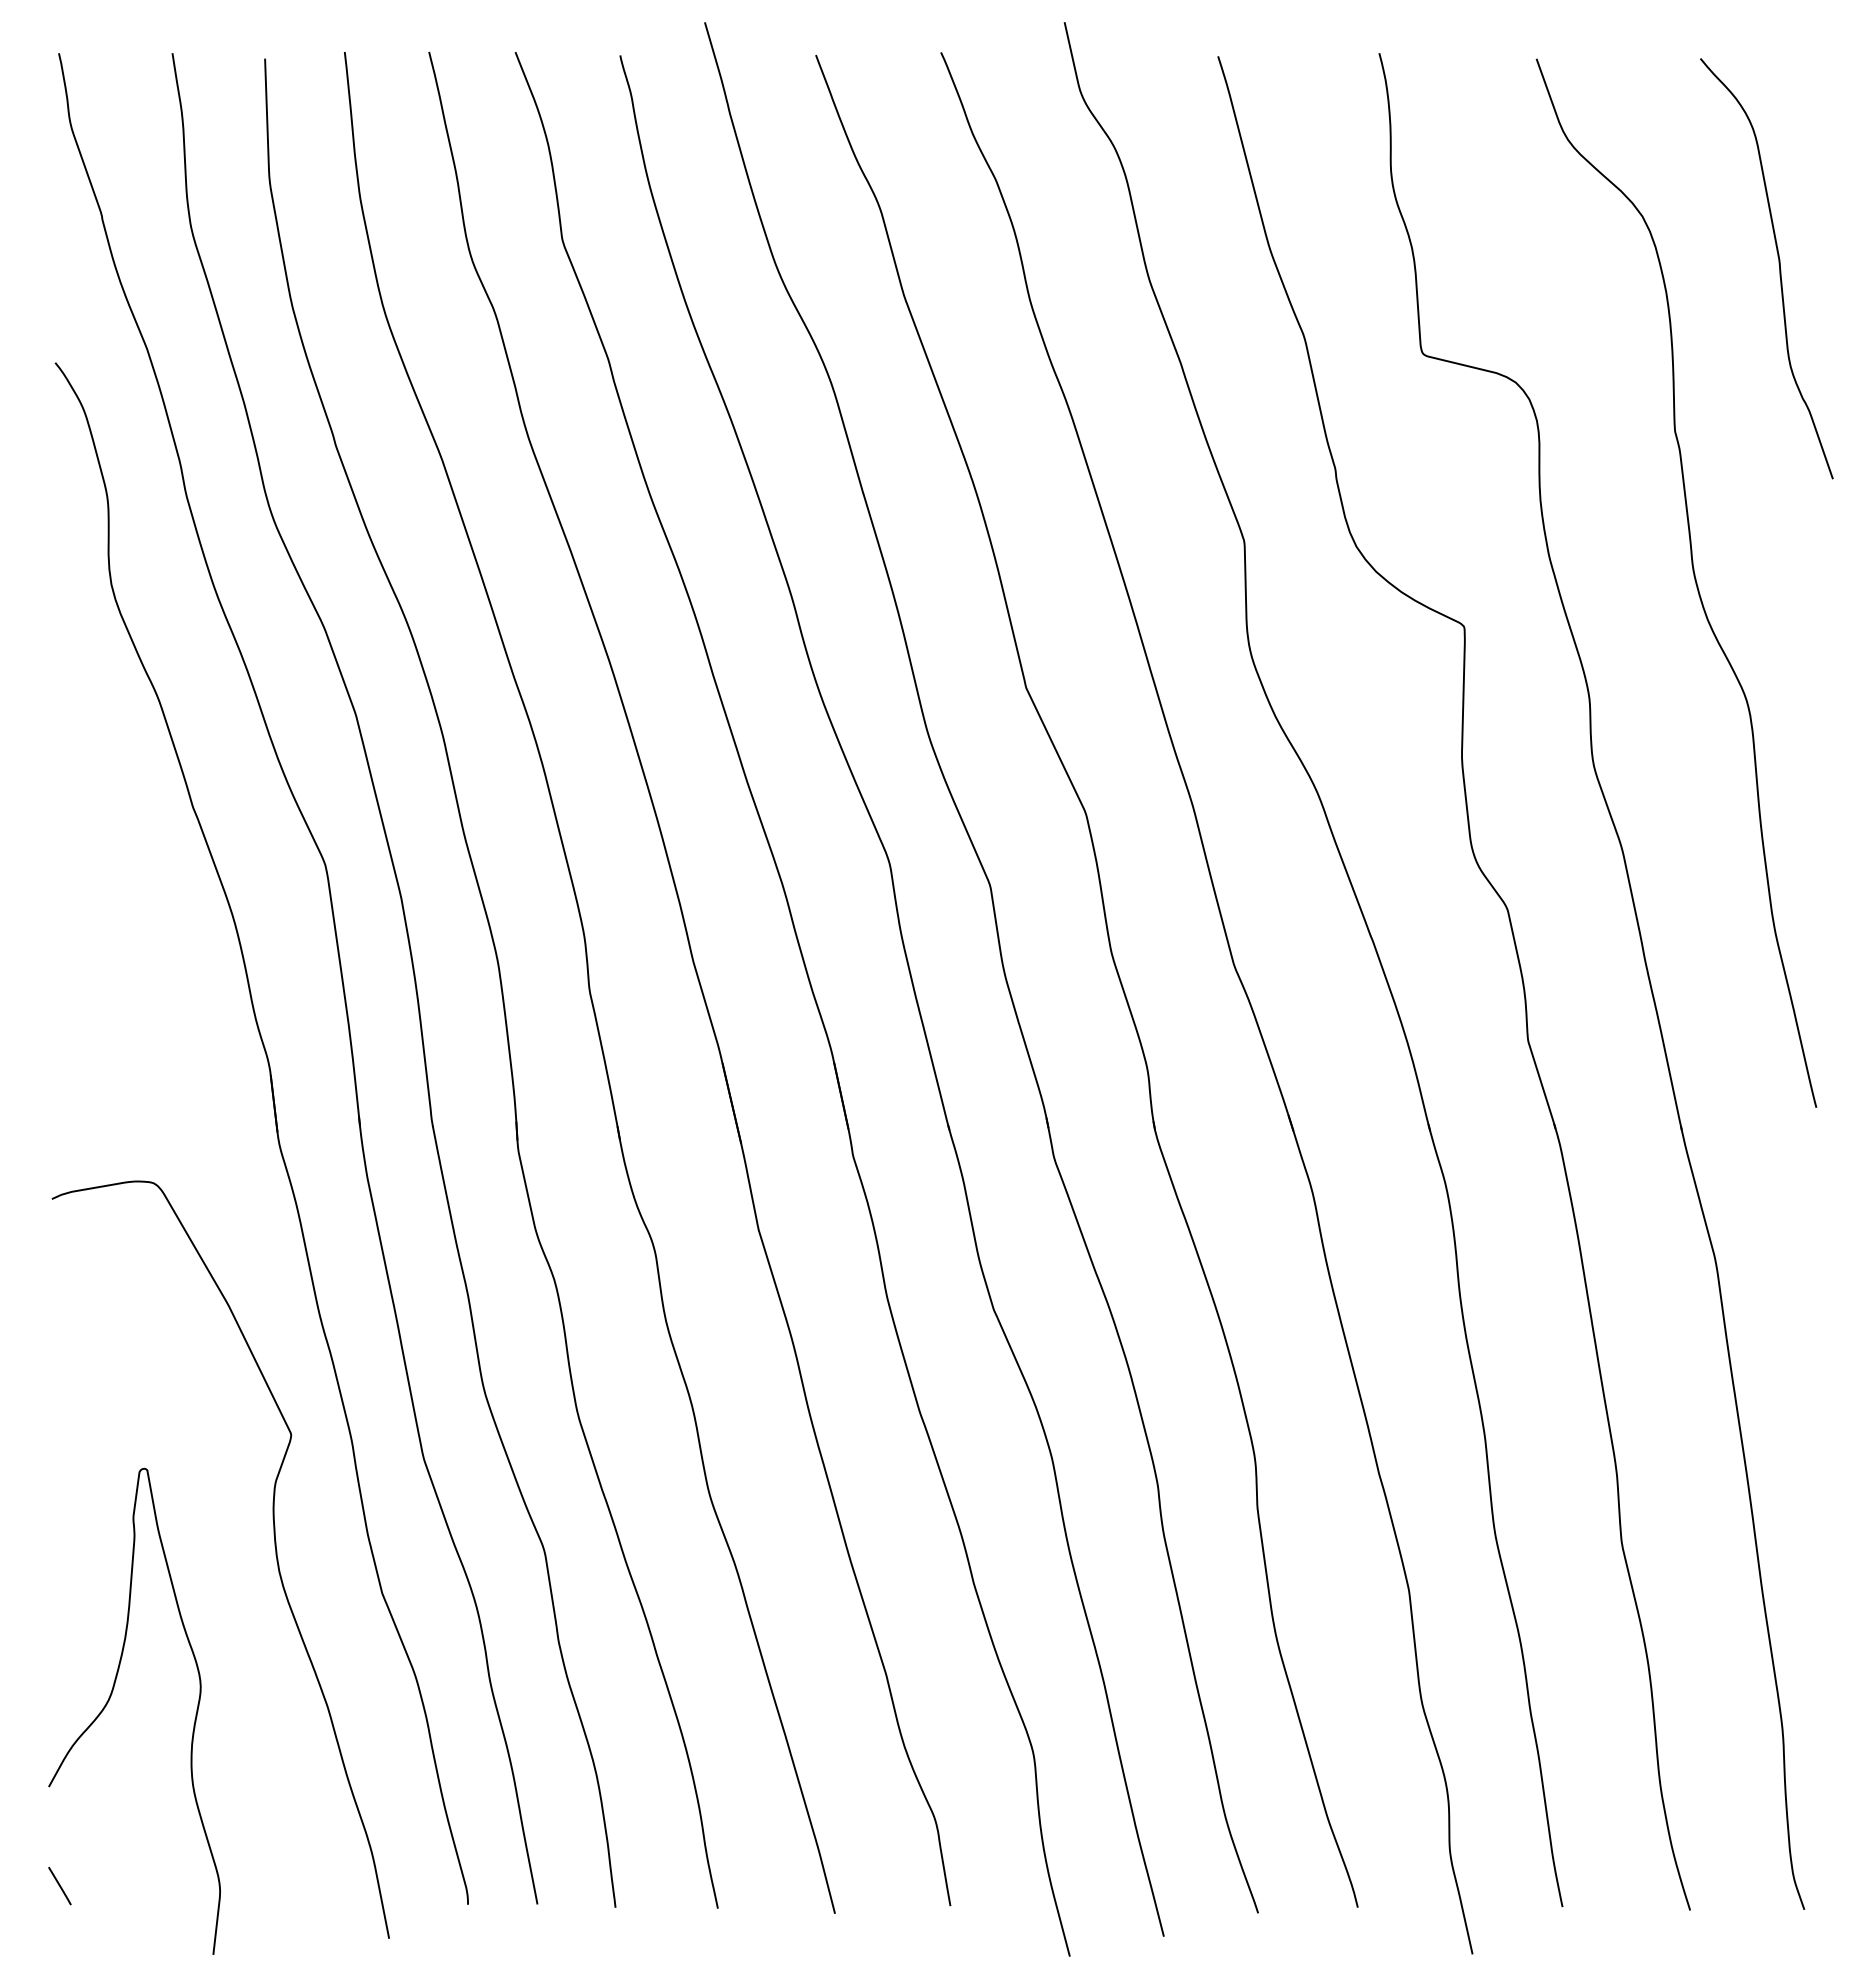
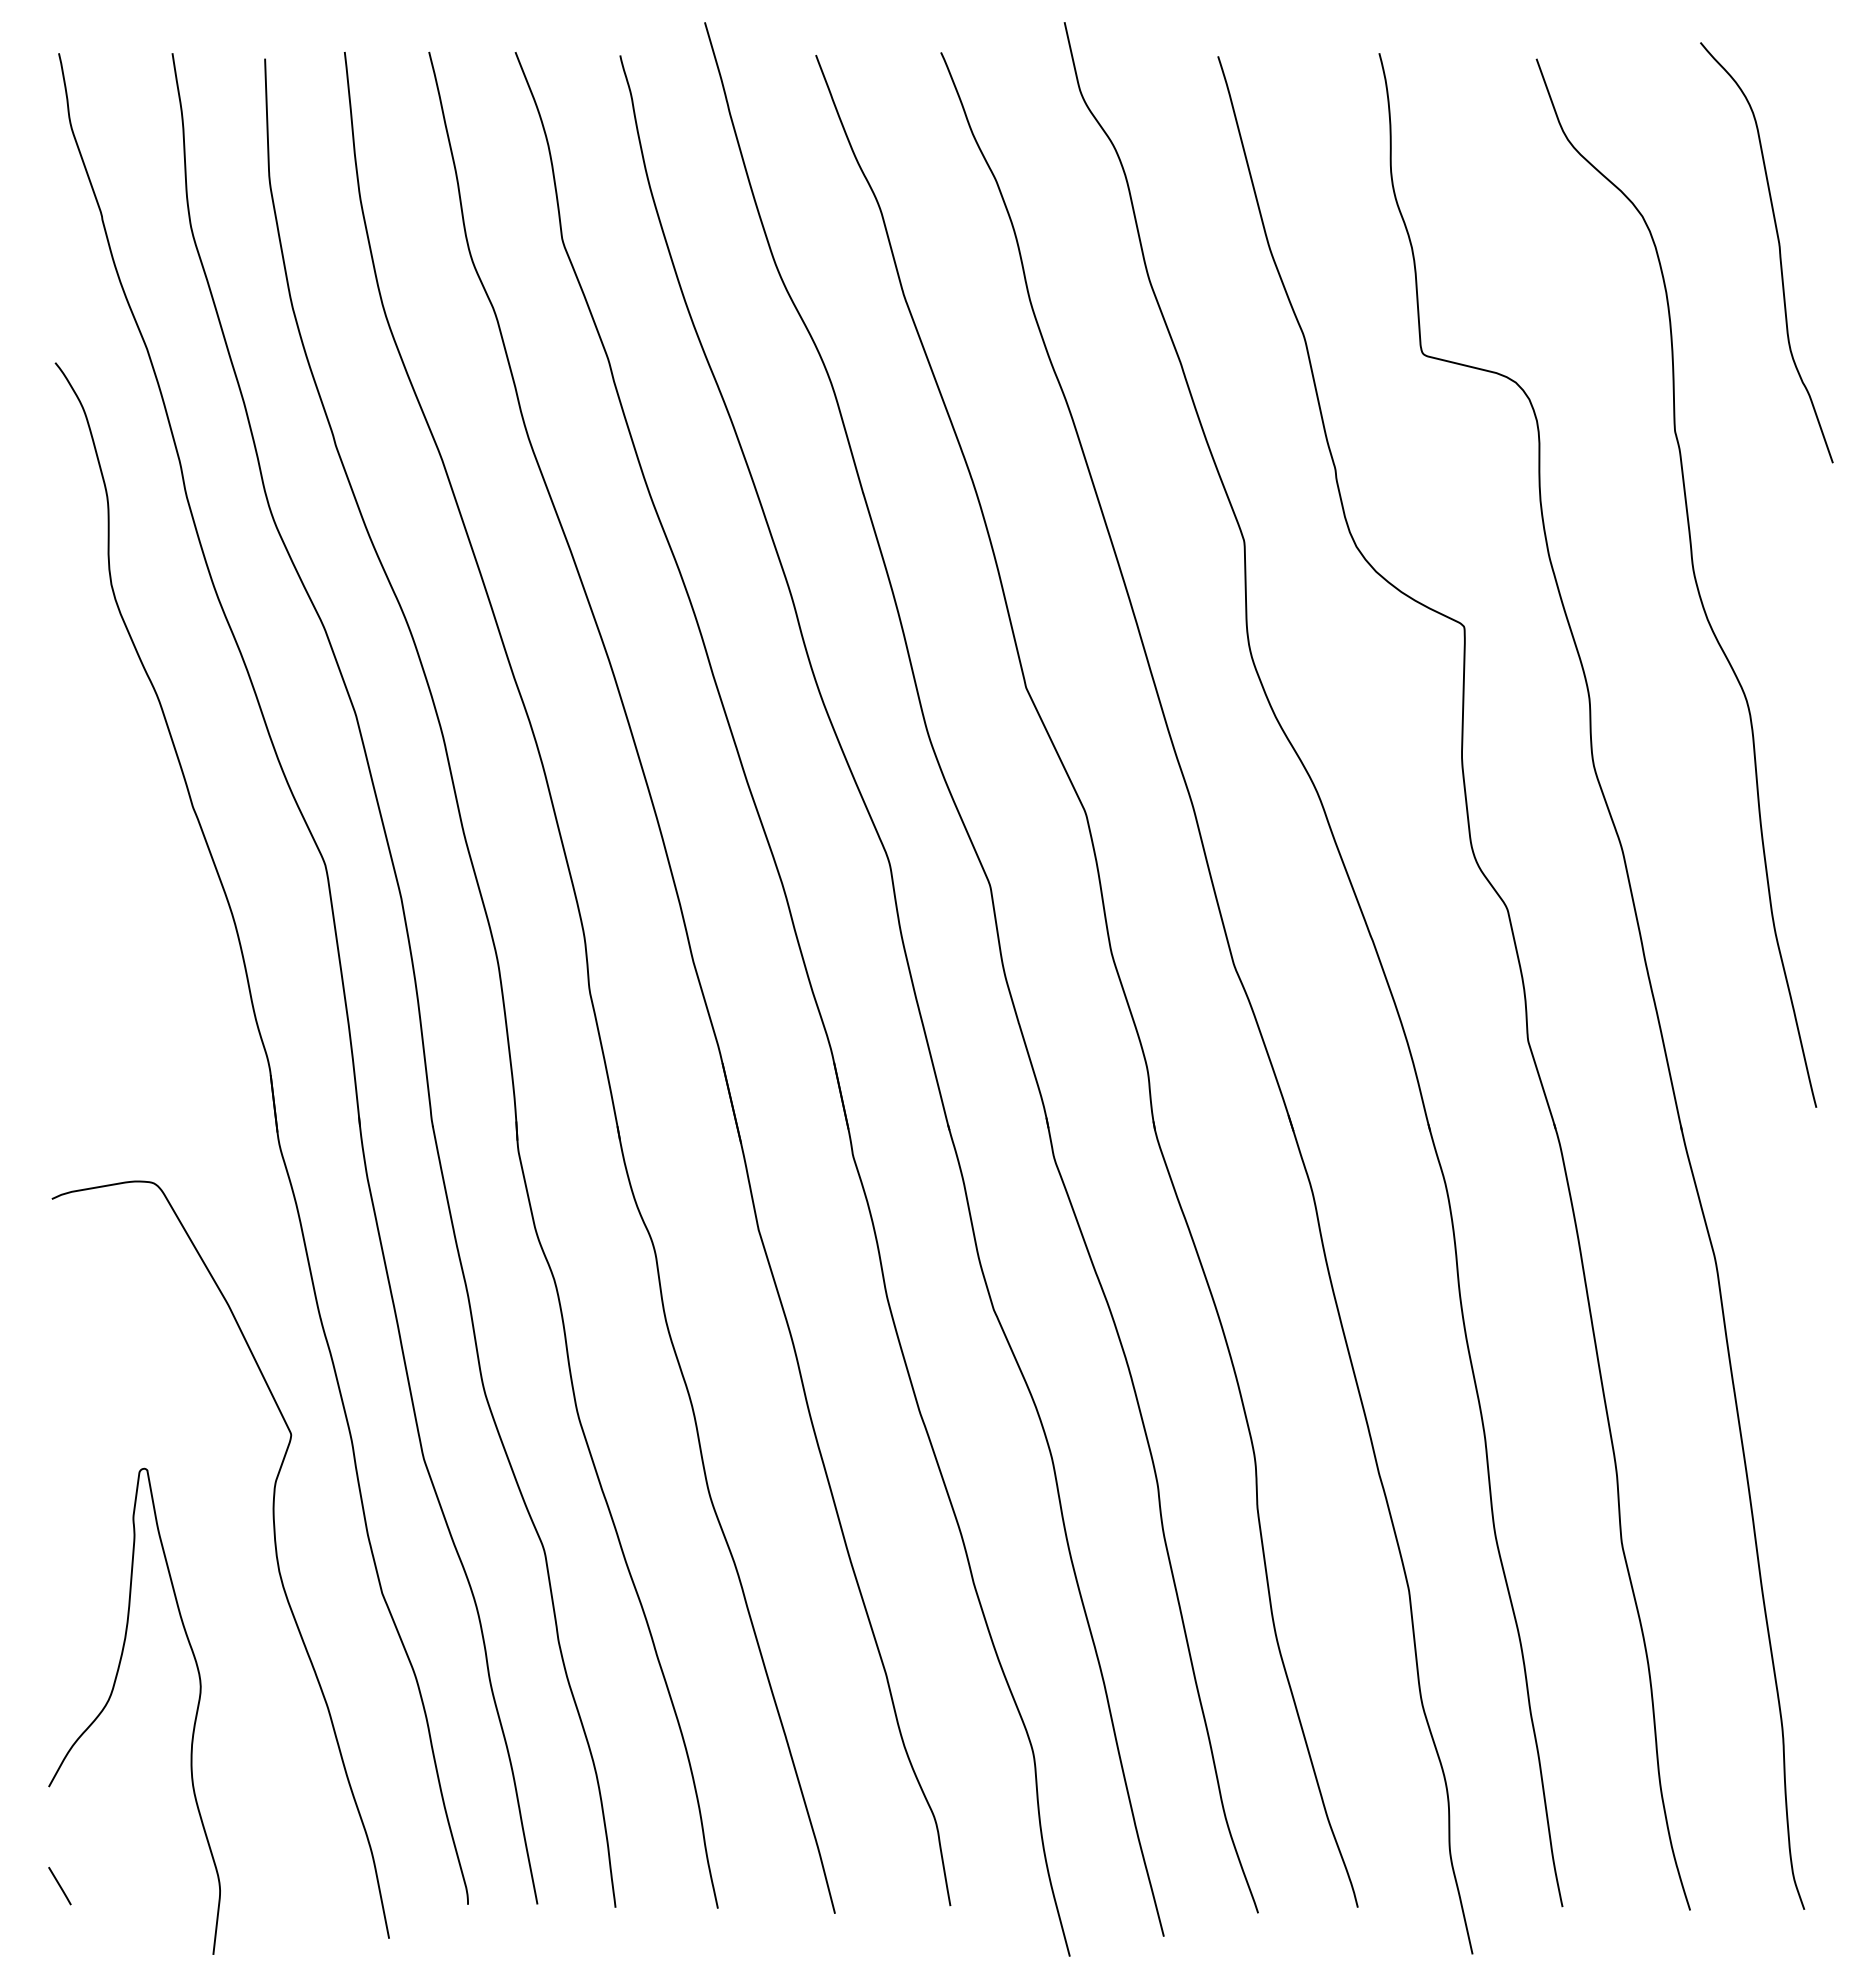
curve at (1778, 264) position: (1778, 264) -> (1778, 248)
